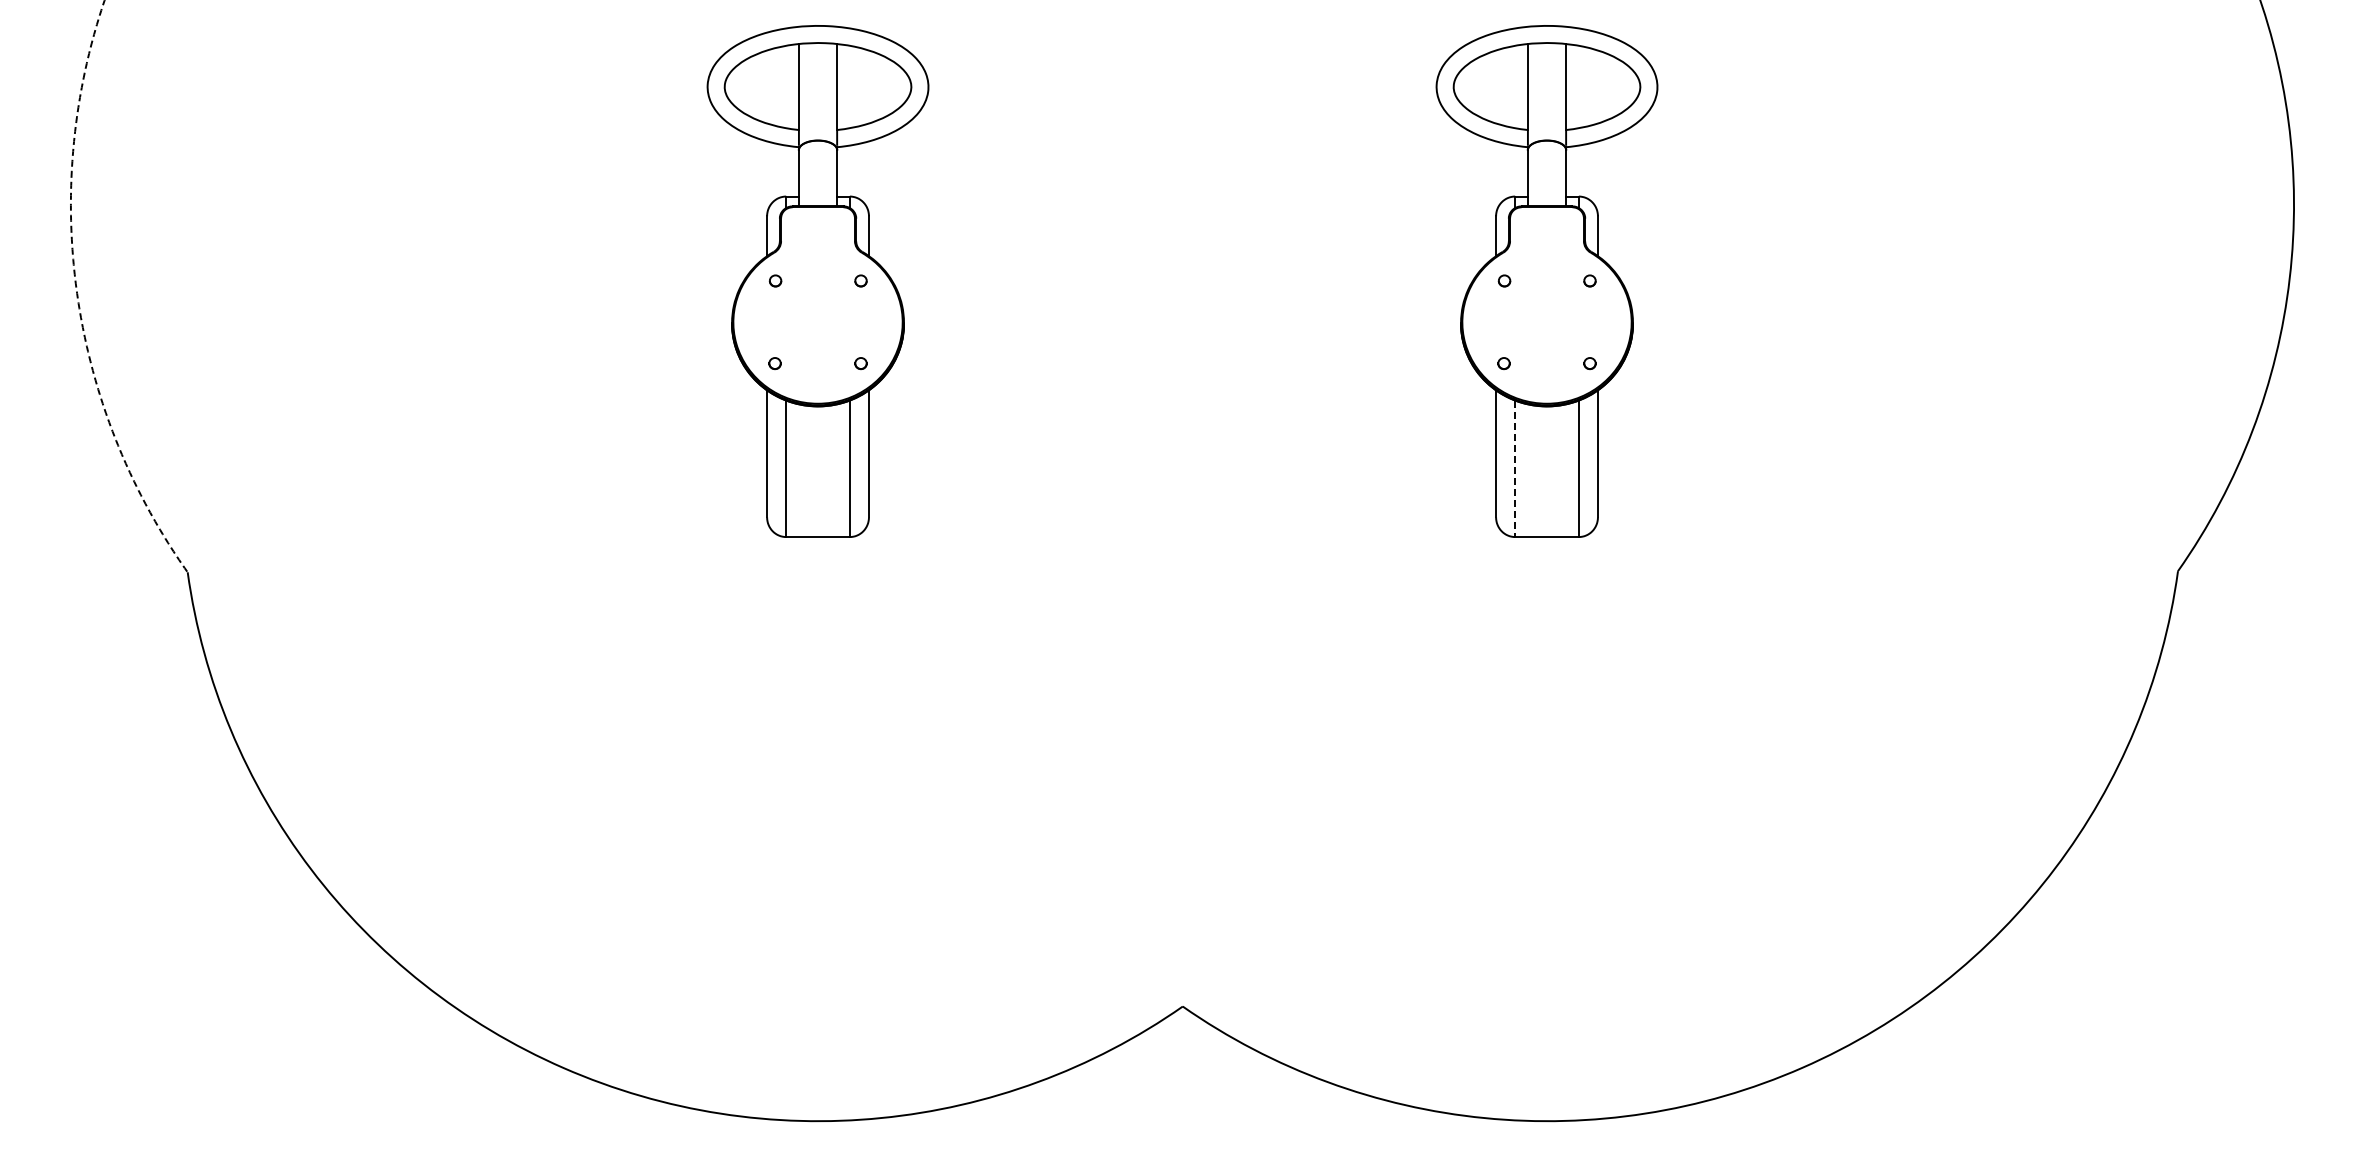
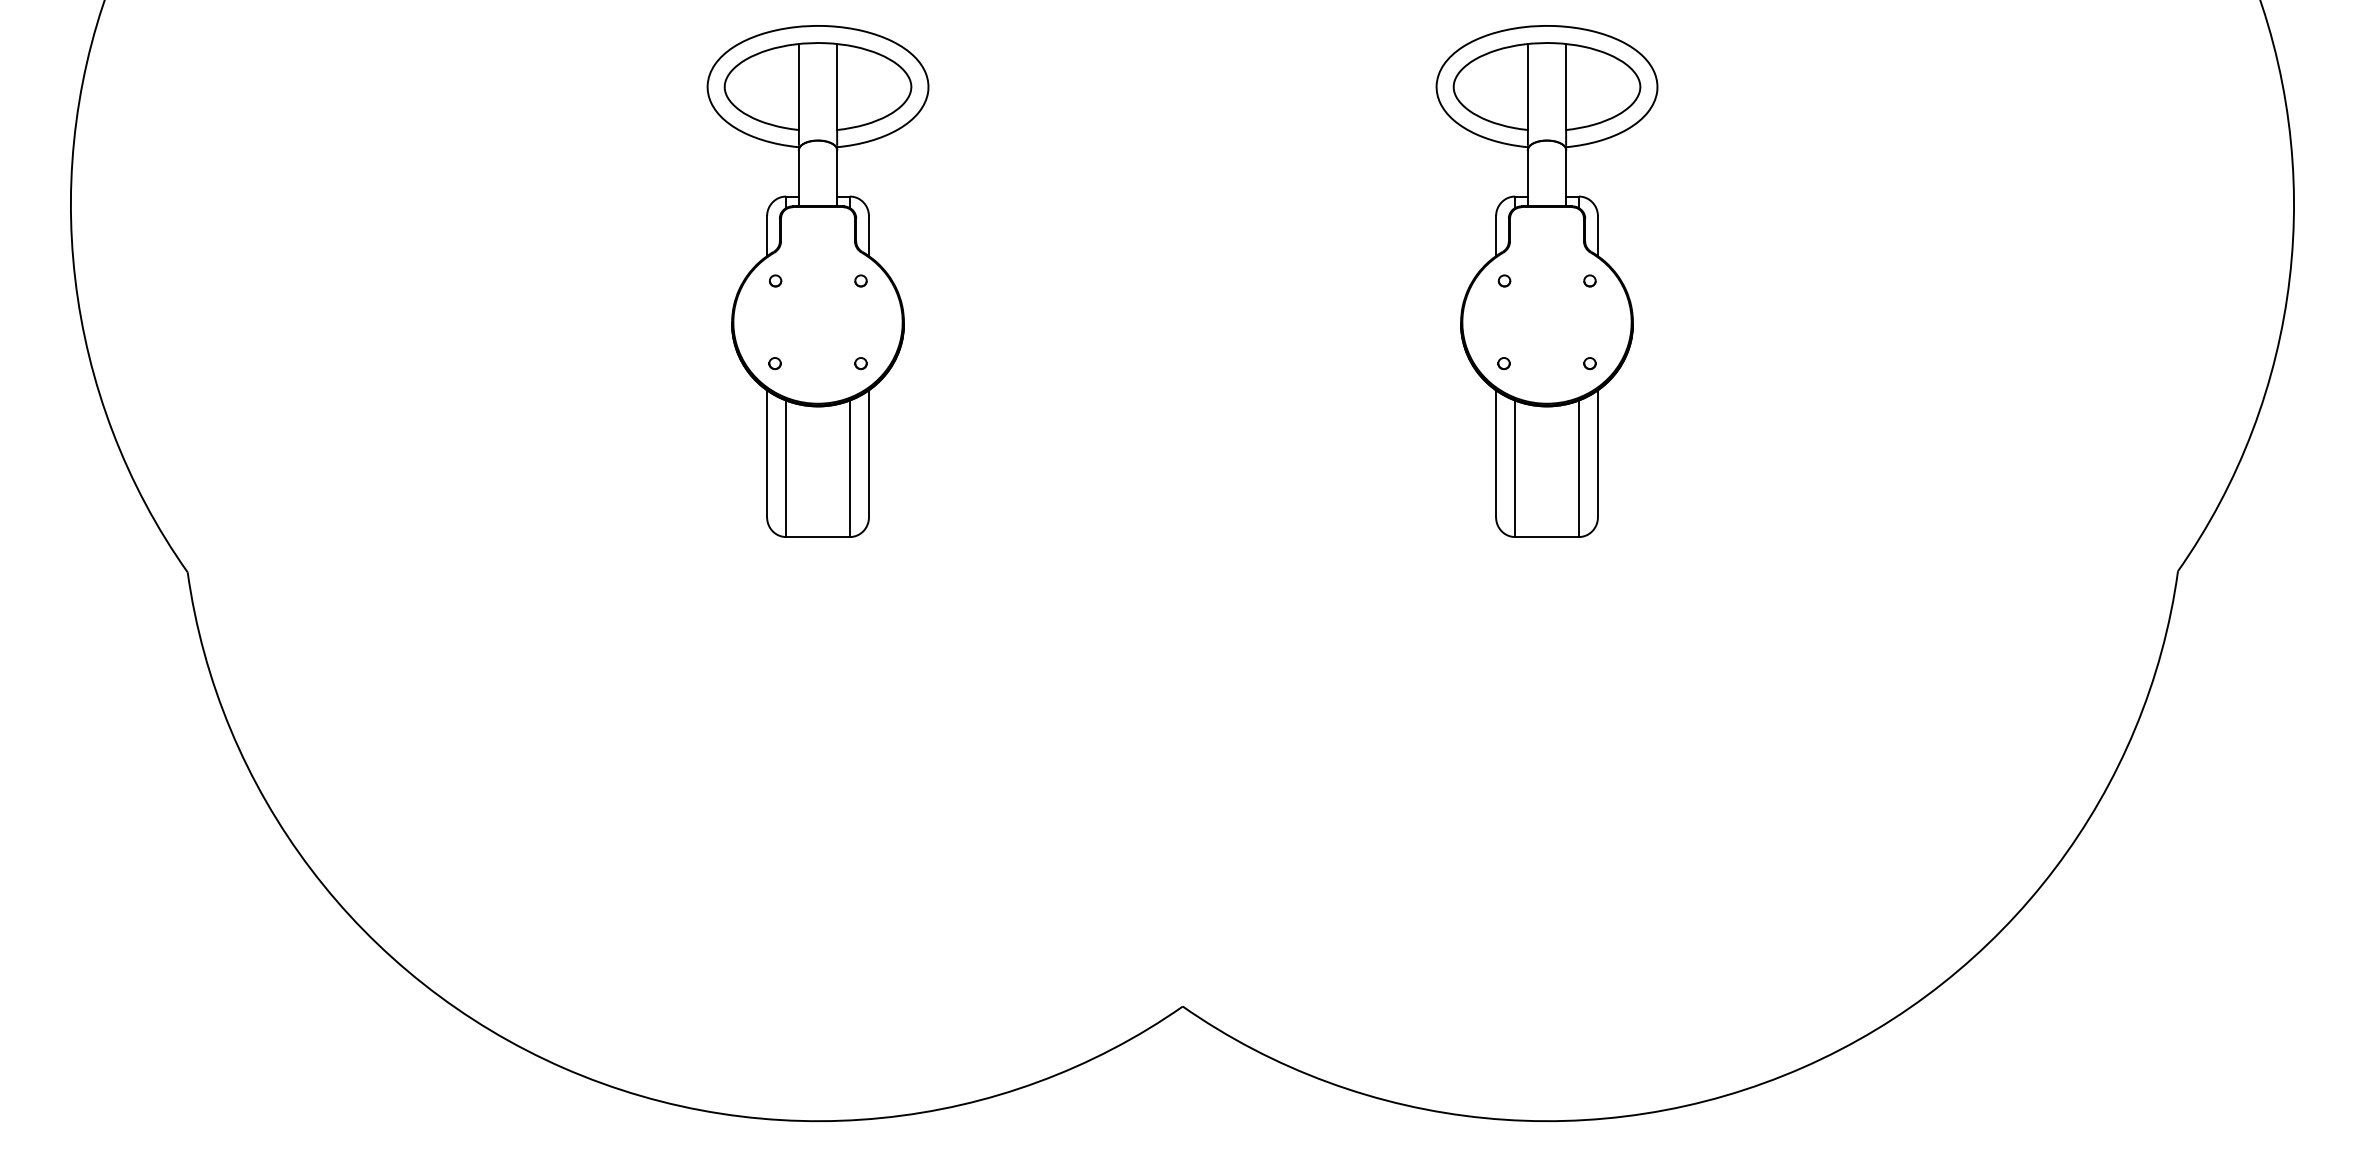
arc at (77, 296): dashed -> solid
line at (1515, 469): dashed -> solid
